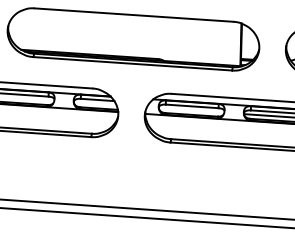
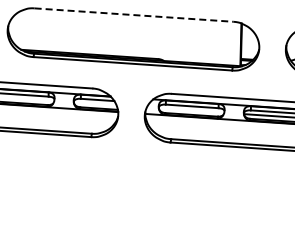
line at (134, 15): solid -> dashed
line at (146, 209): present -> none
line at (146, 218): present -> none
